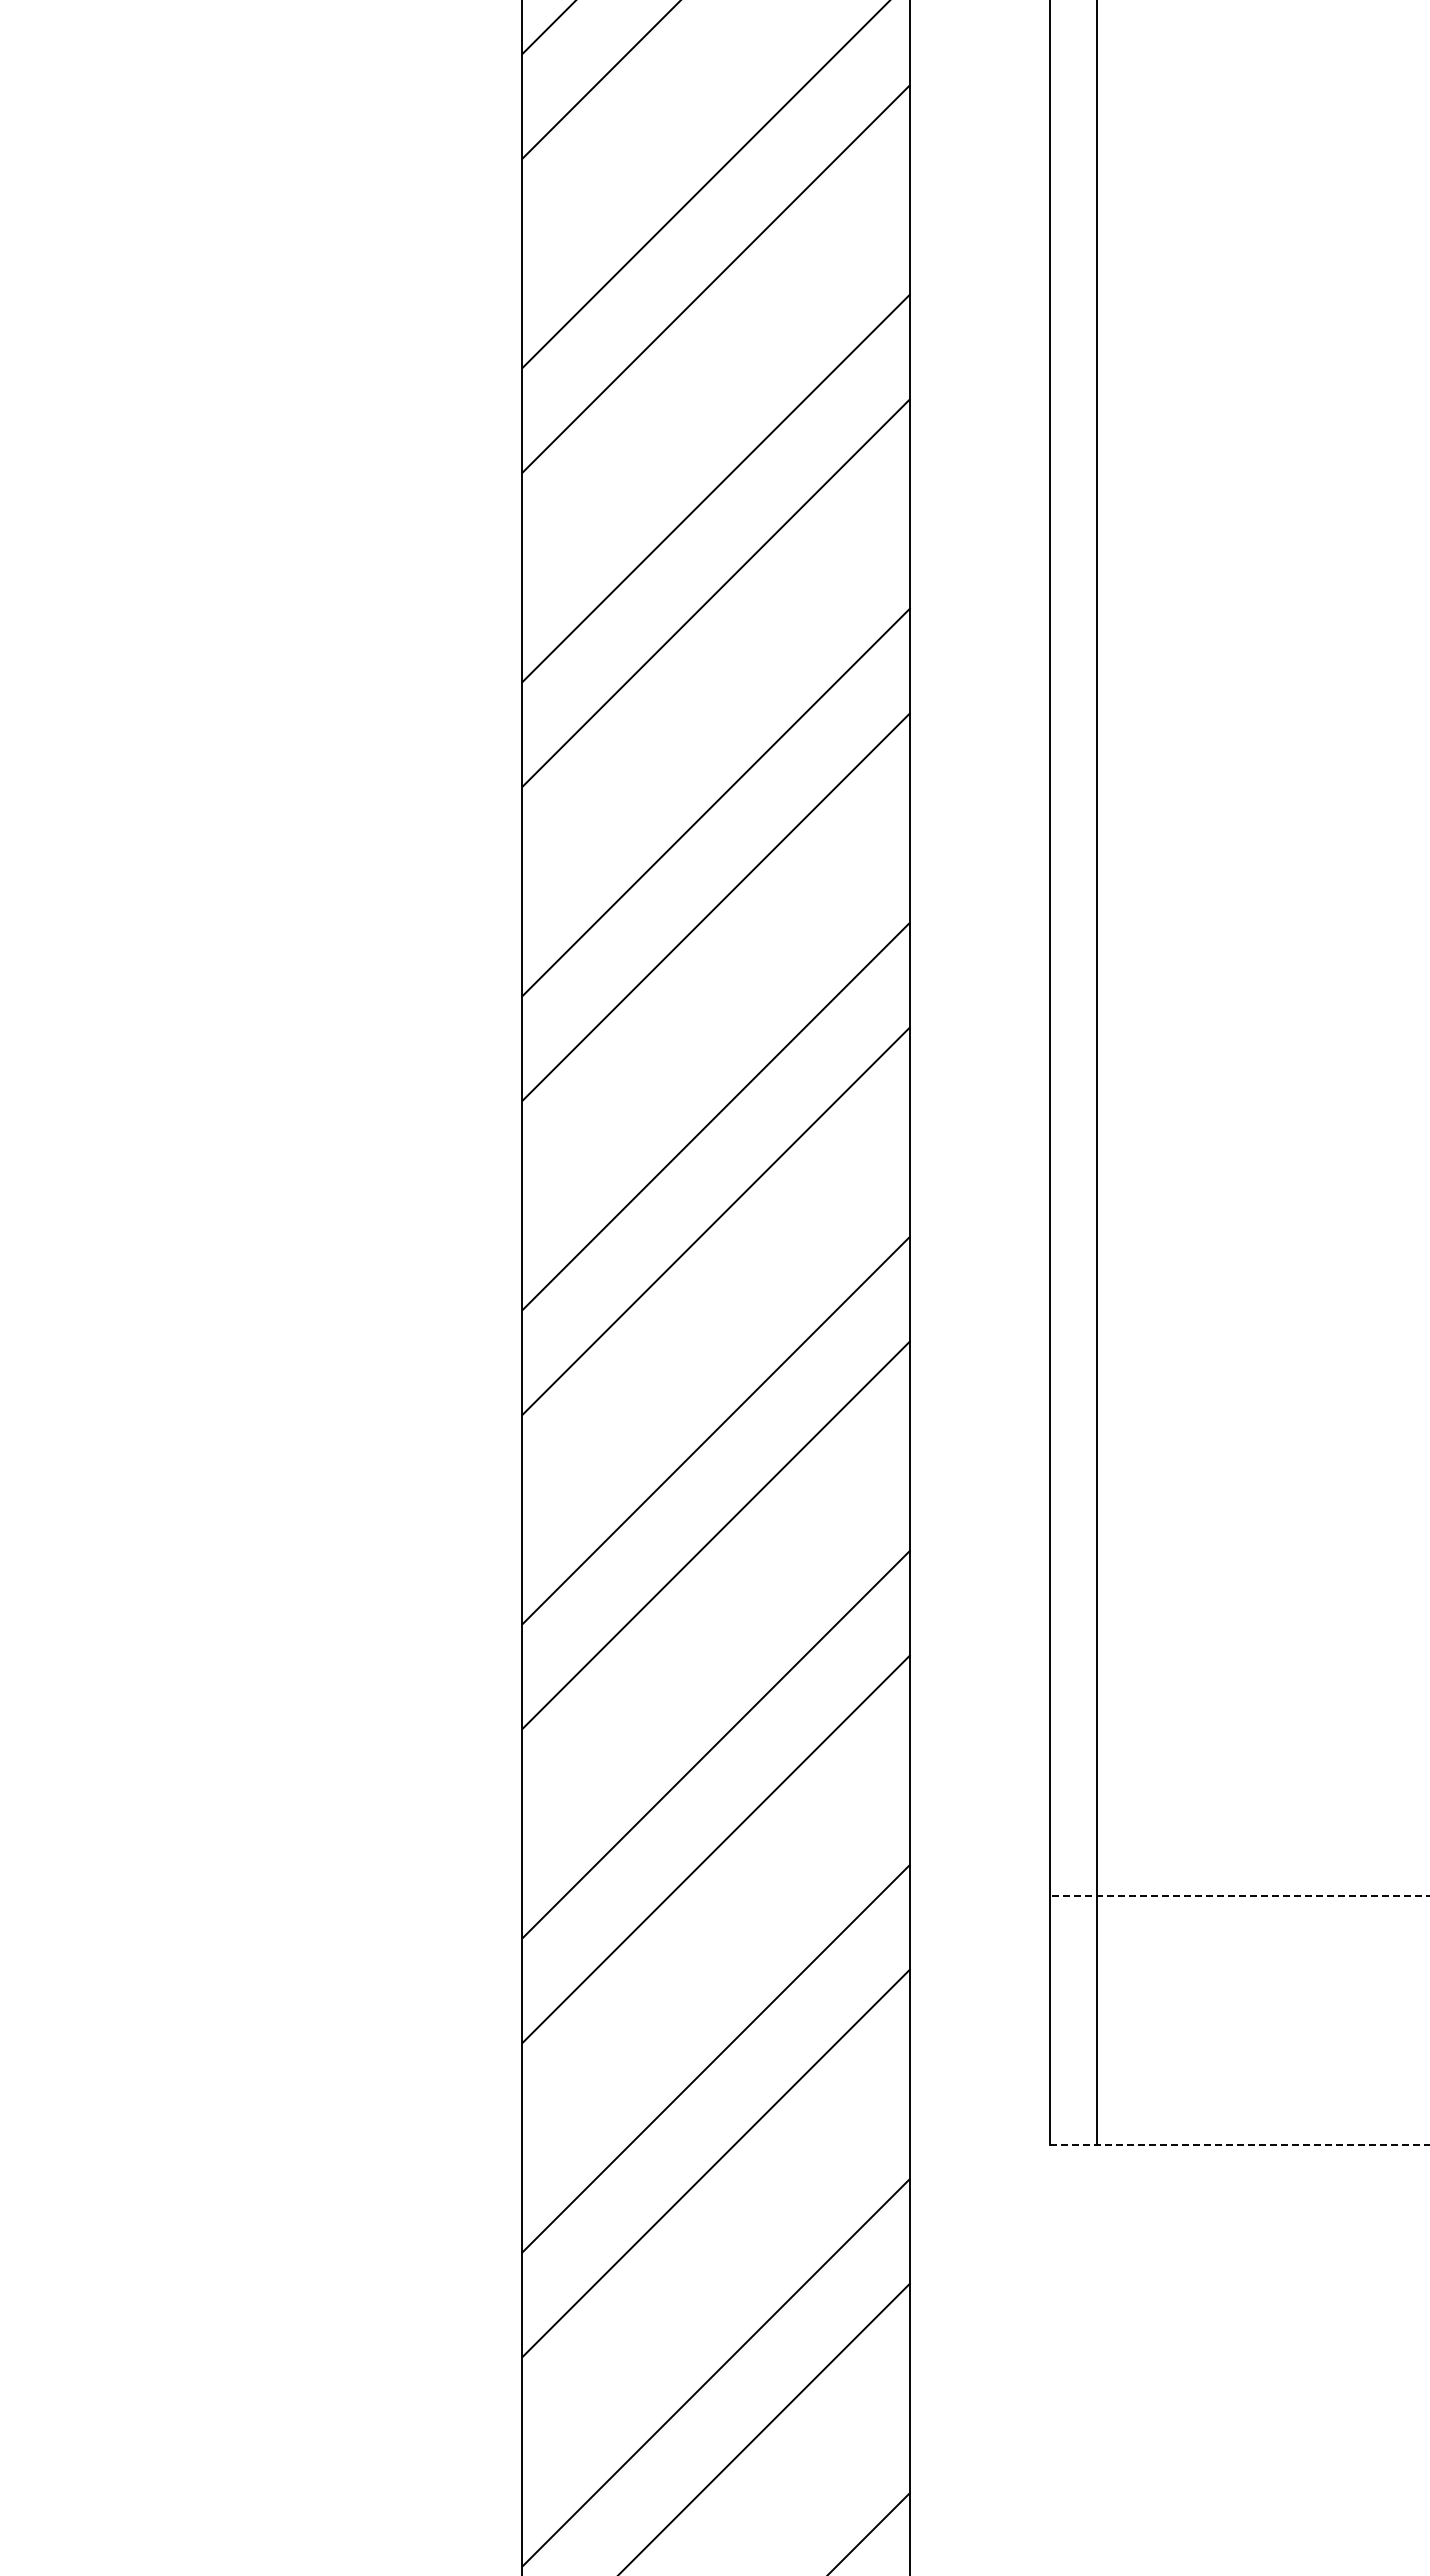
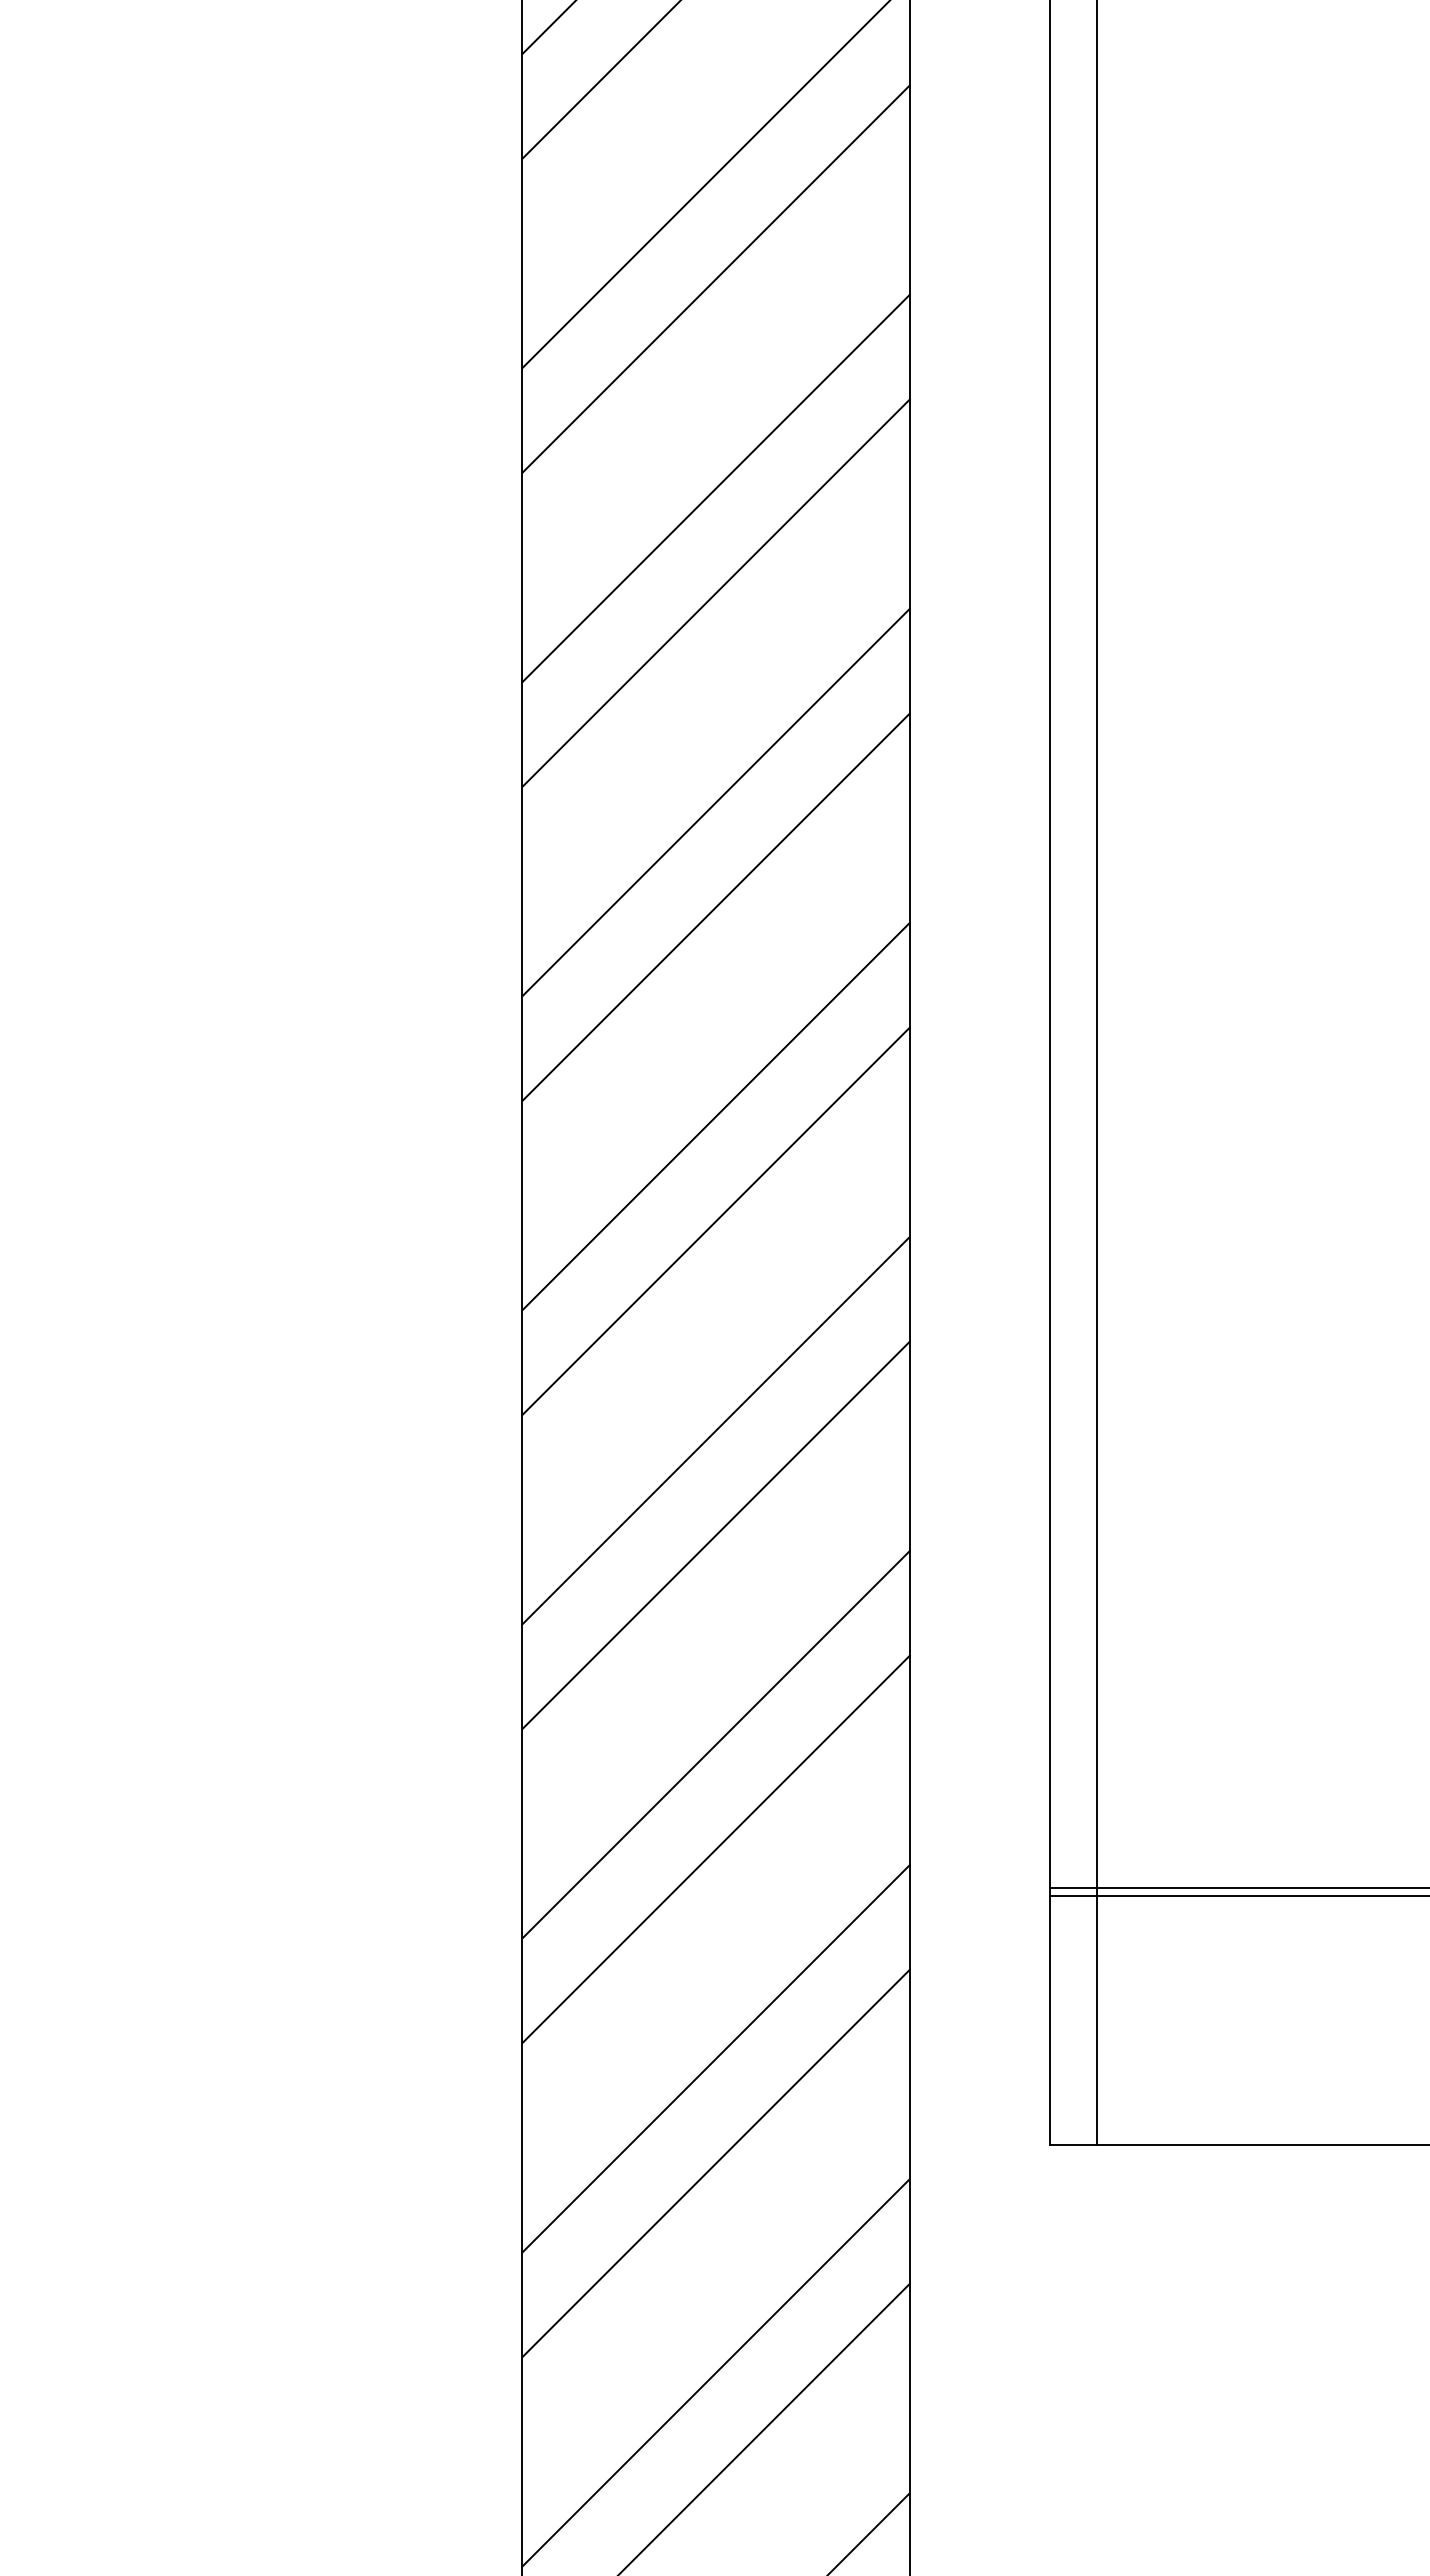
line at (1238, 1888): none -> present
line at (1239, 1895): dashed -> solid
line at (1240, 2144): dashed -> solid
